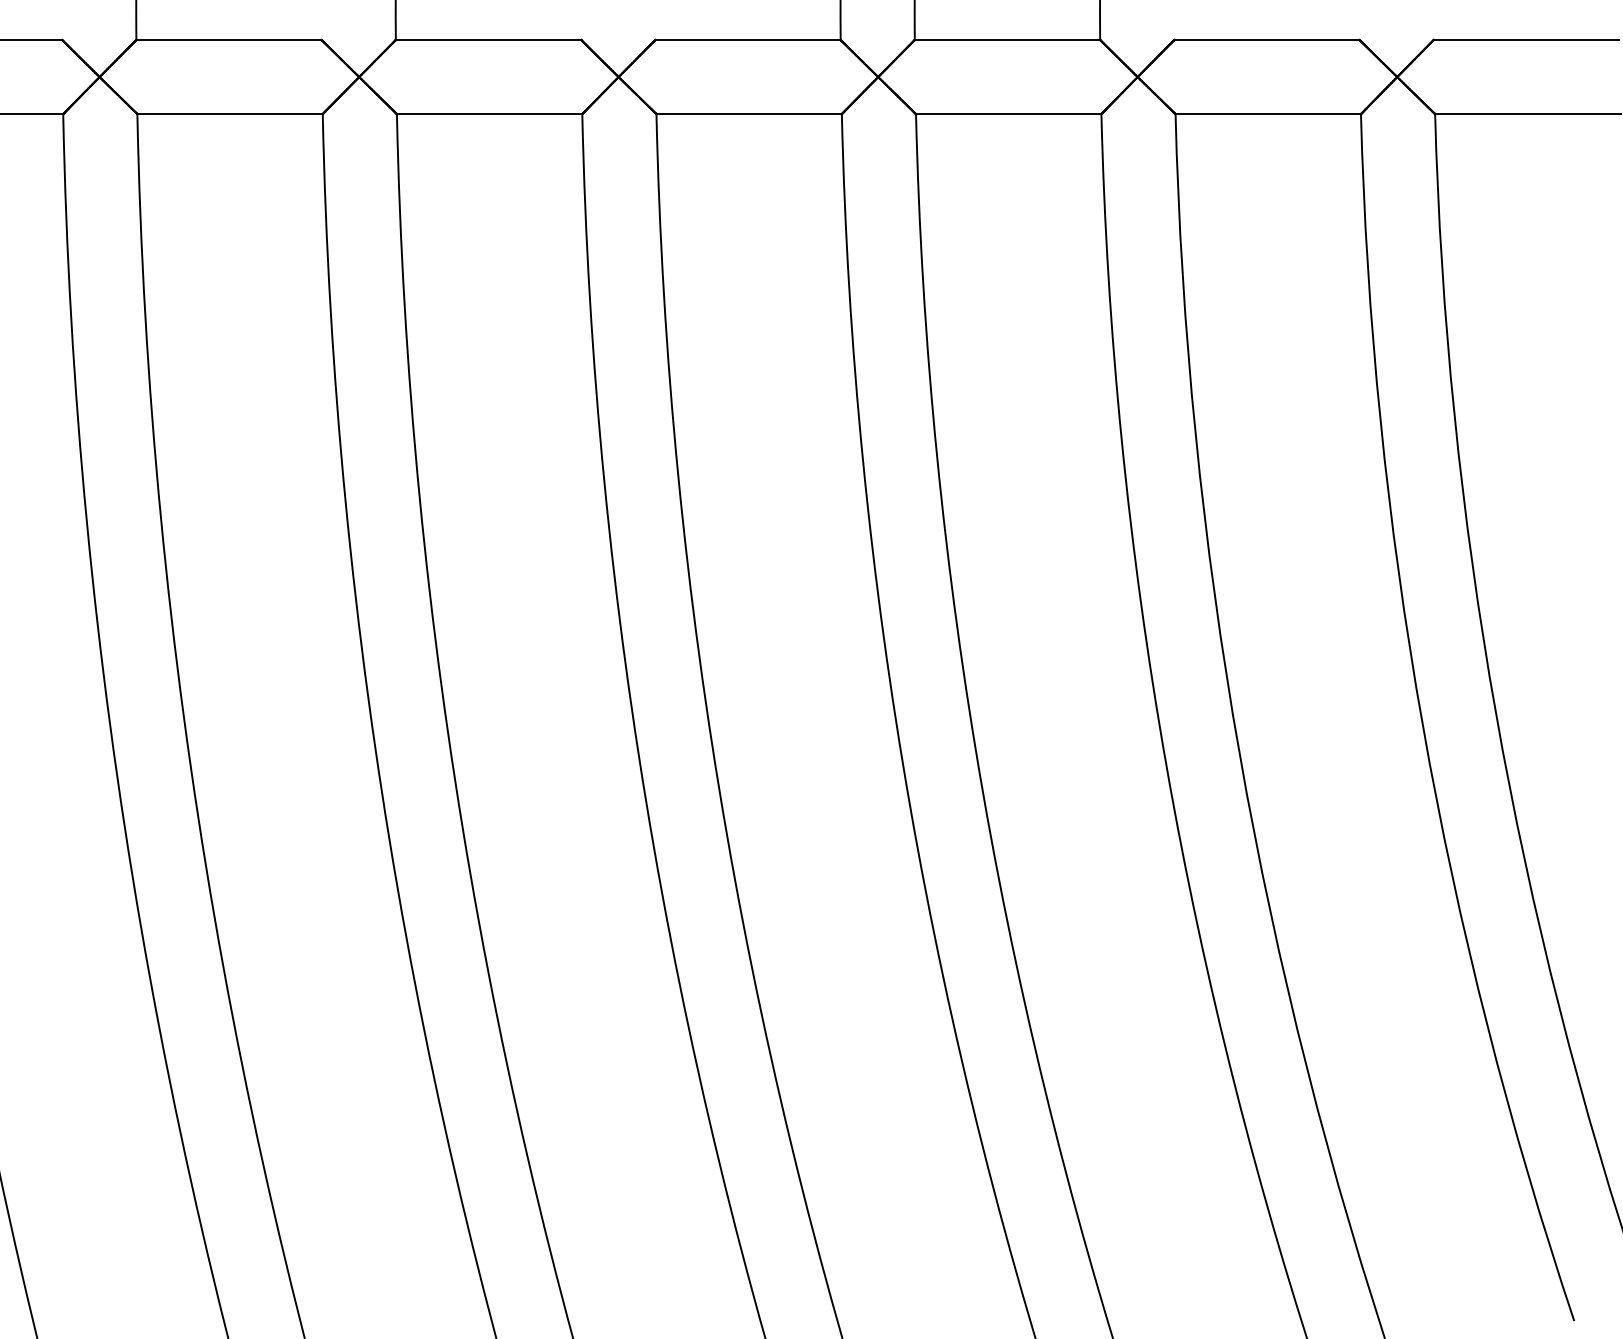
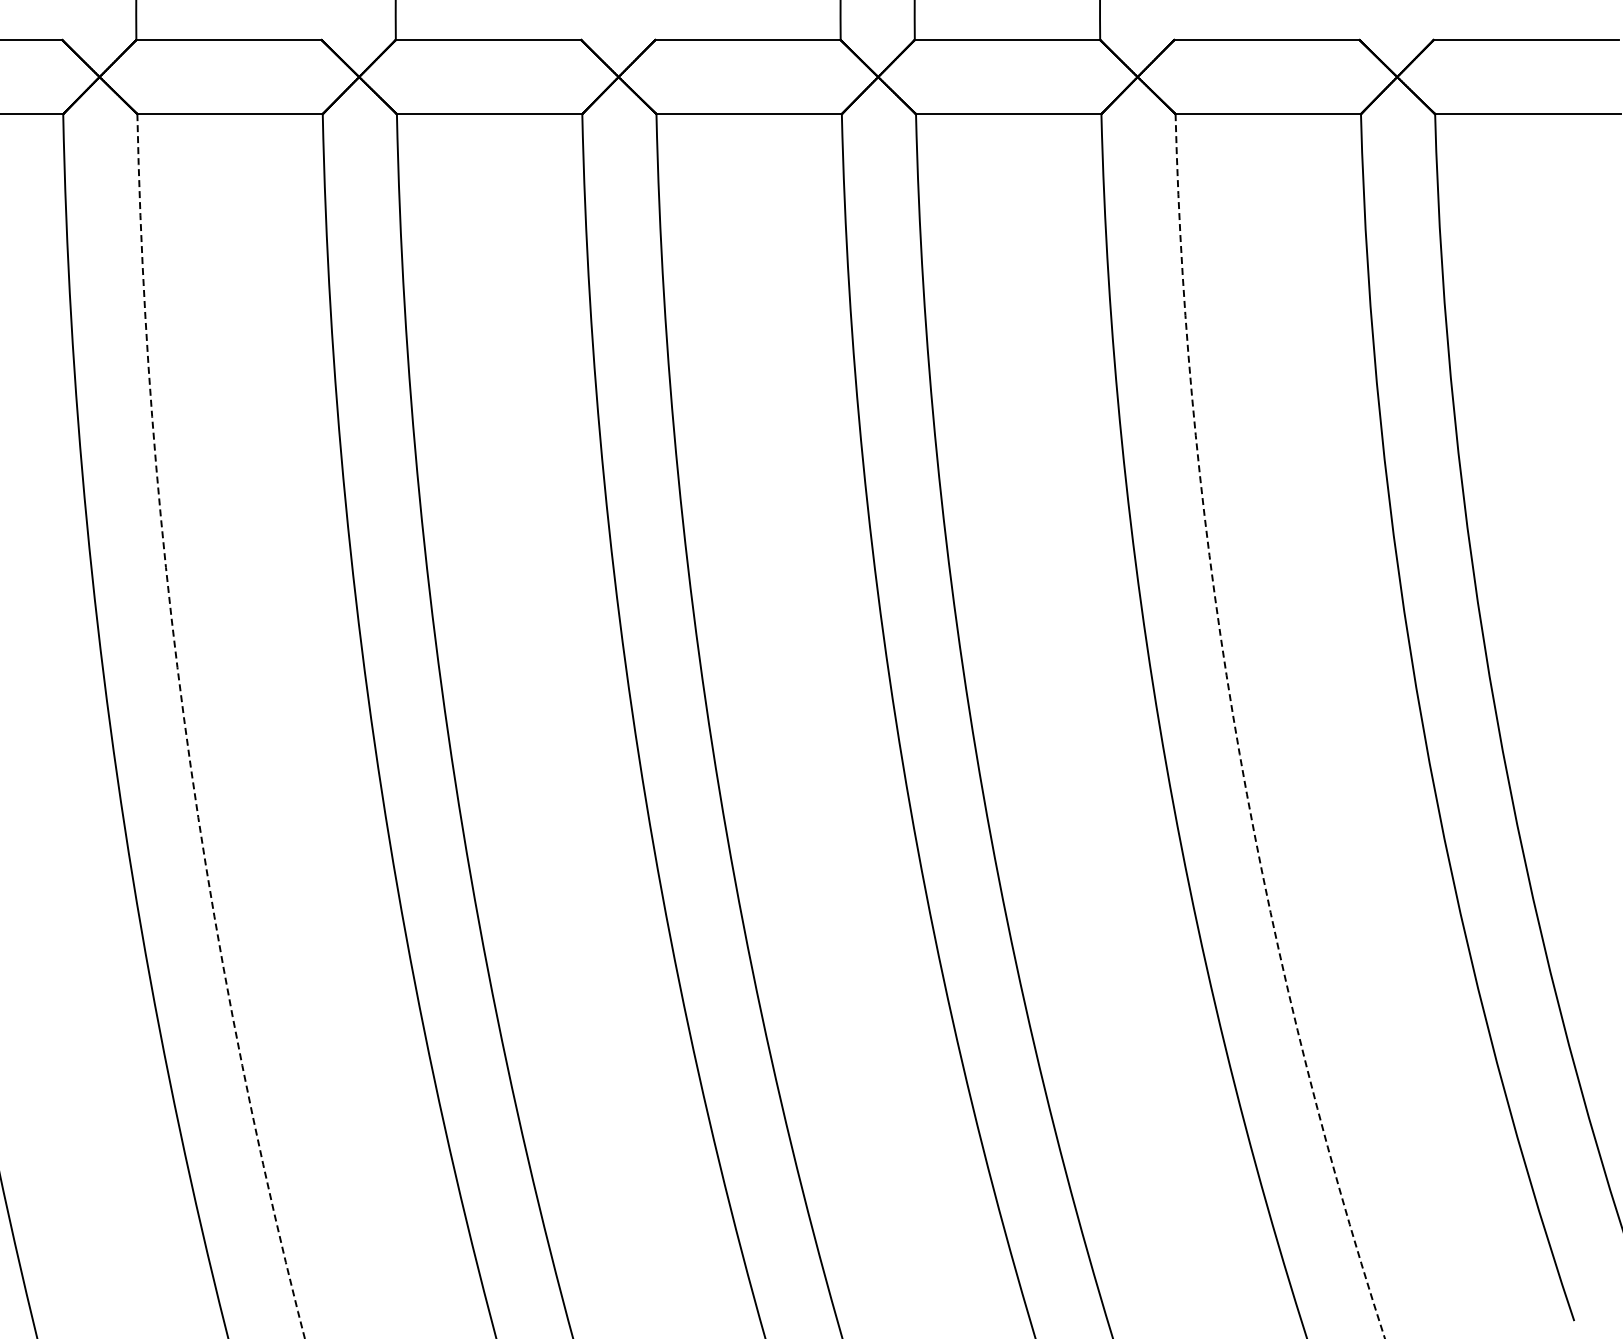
arc at (185, 731): solid -> dashed
arc at (1236, 734): solid -> dashed
